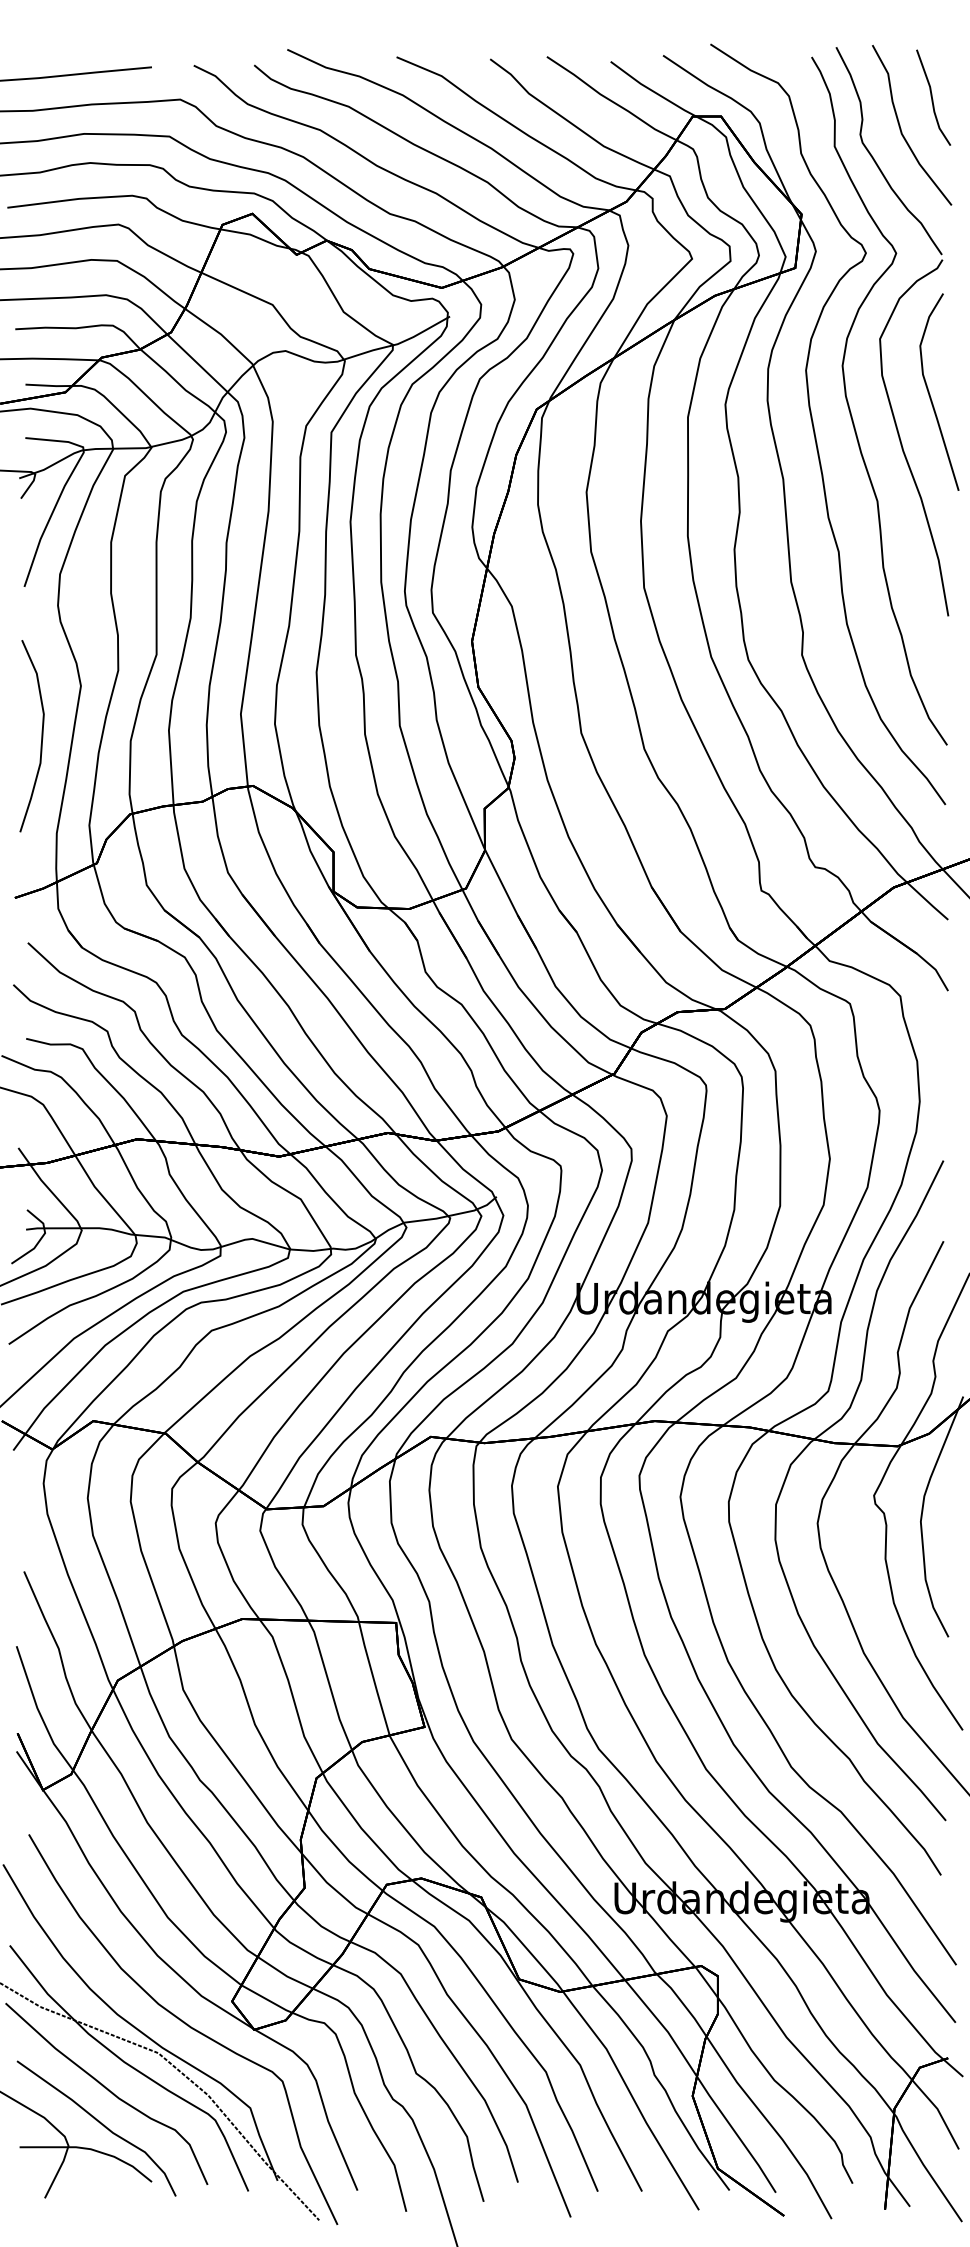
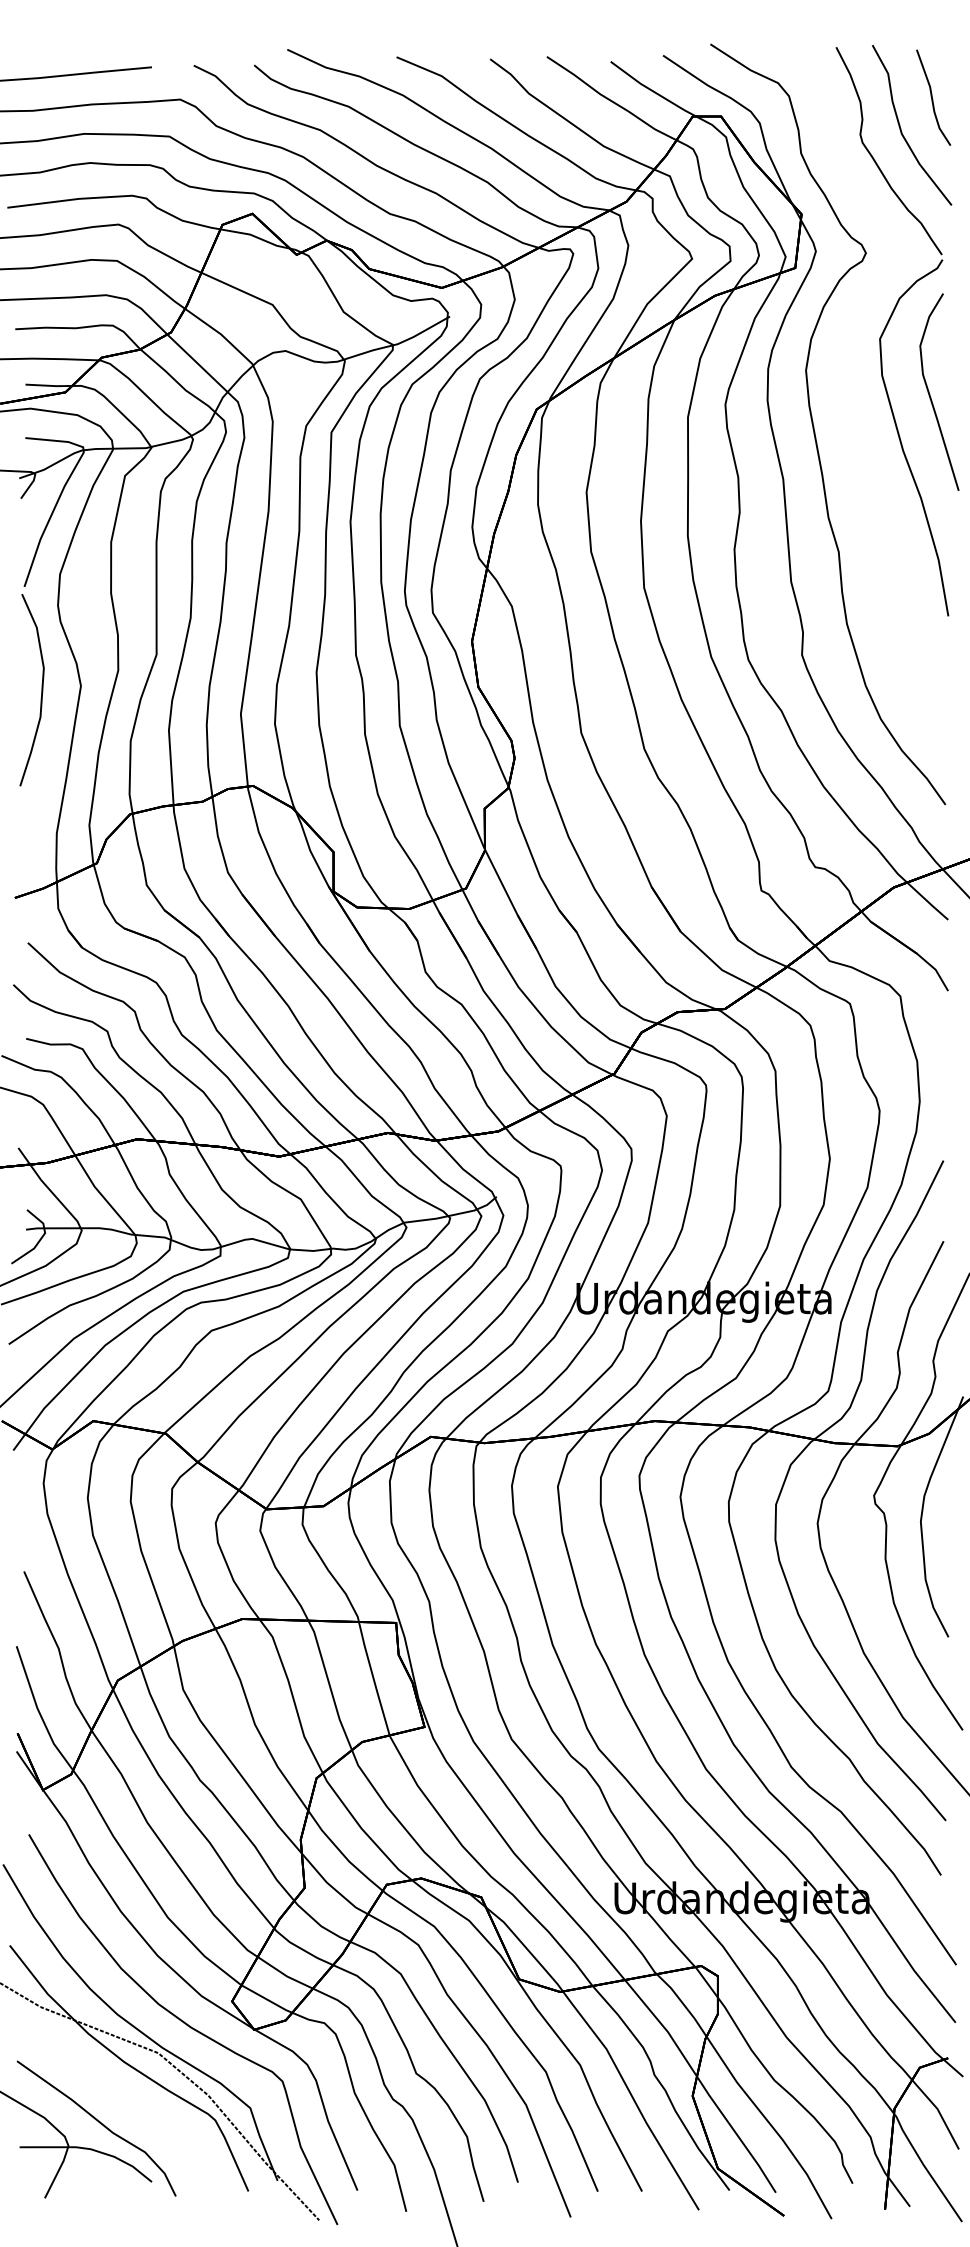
part at (850, 408): present -> none
curve at (41, 736) position: (41, 736) -> (41, 690)
curve at (108, 2091): present -> none
